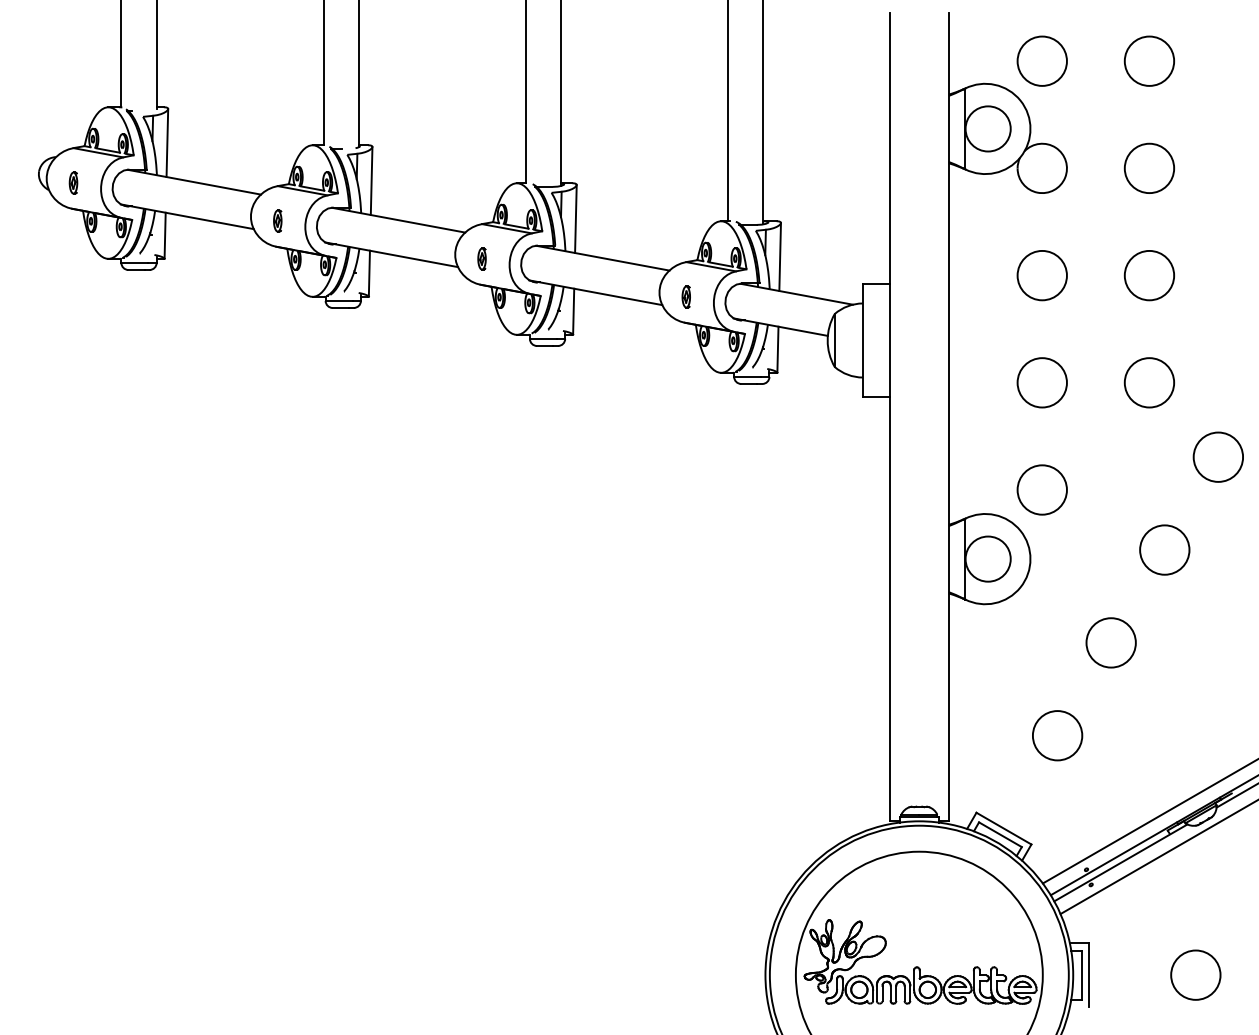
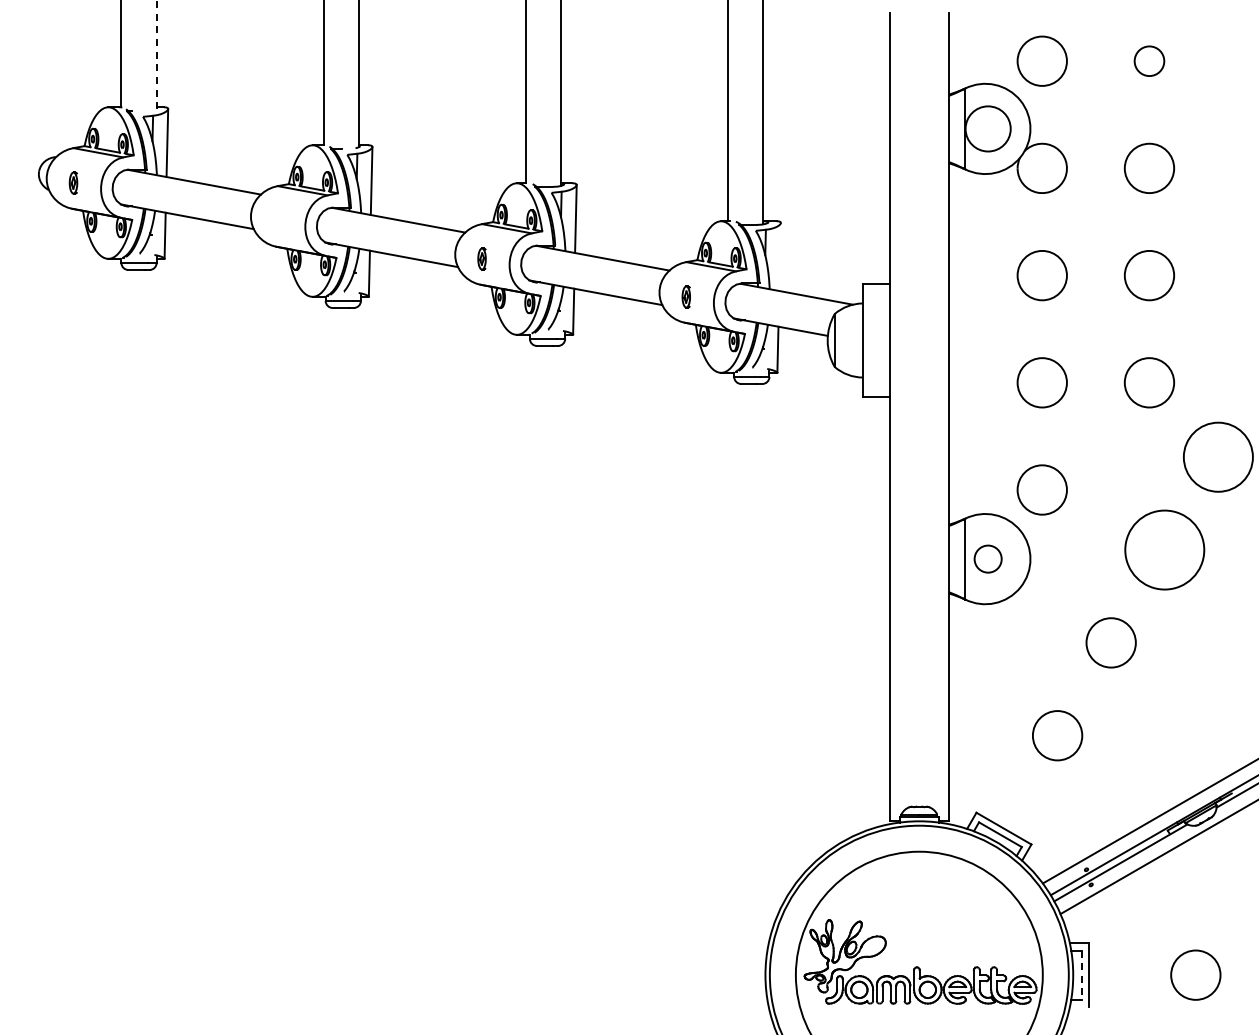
line at (156, 54): solid -> dashed
circle at (1149, 60) diameter: 49 px -> 30 px
part at (277, 220): present -> none
line at (779, 257): present -> none
circle at (1218, 456) diameter: 49 px -> 69 px
circle at (1164, 549) diameter: 49 px -> 79 px
circle at (987, 558) diameter: 45 px -> 27 px
line at (1081, 975): solid -> dashed
